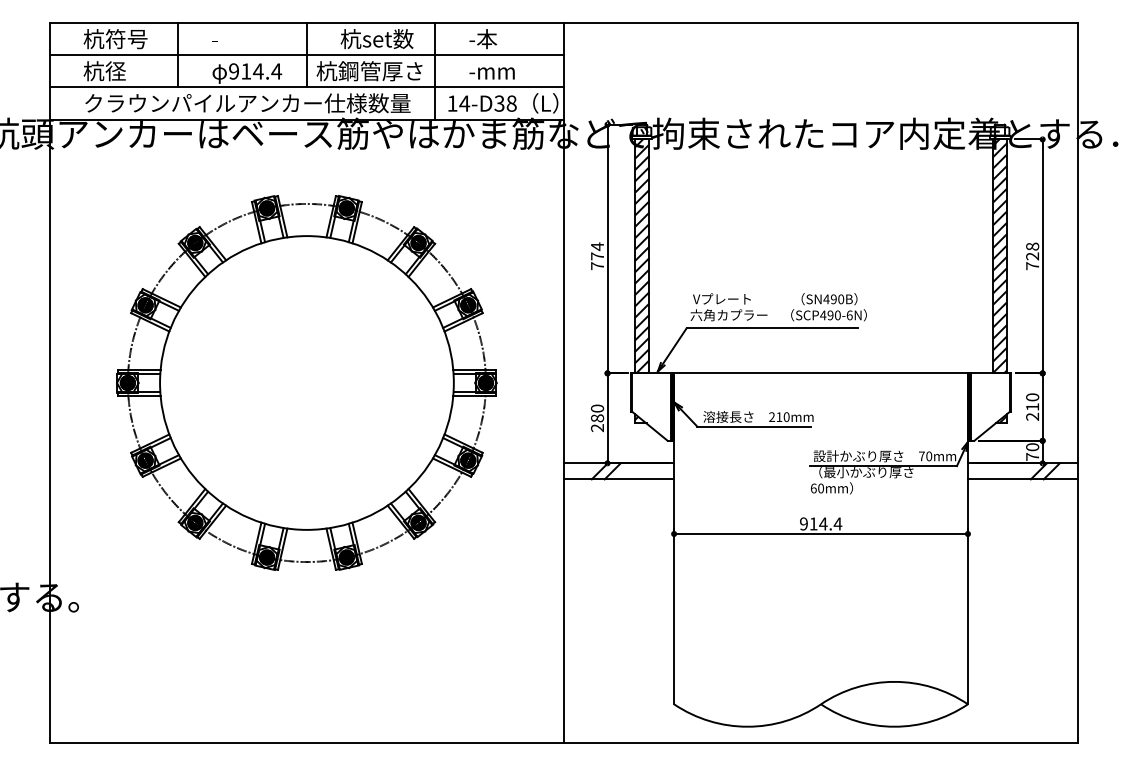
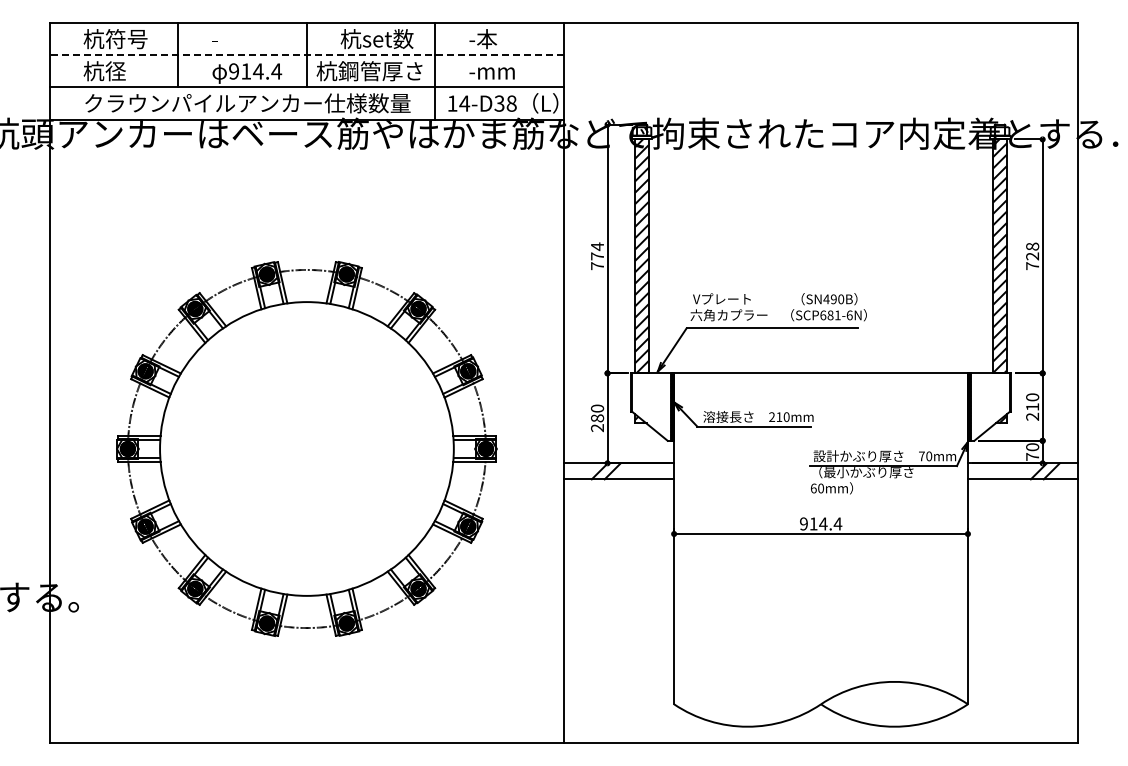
line at (306, 55): solid -> dashed
text at (830, 315): SCP490-6N -> SCP681-6N
part at (306, 382) position: (306, 382) -> (306, 448)
